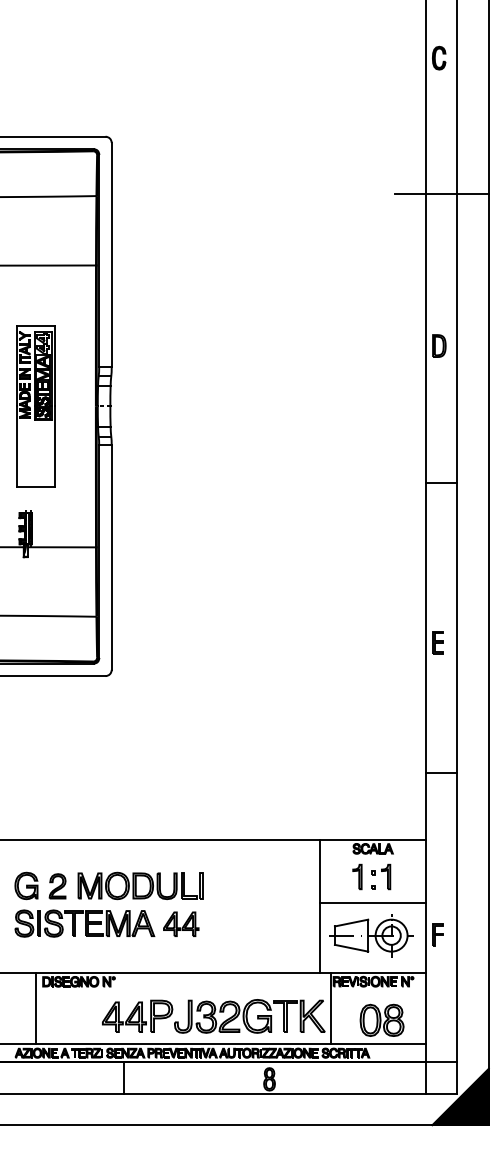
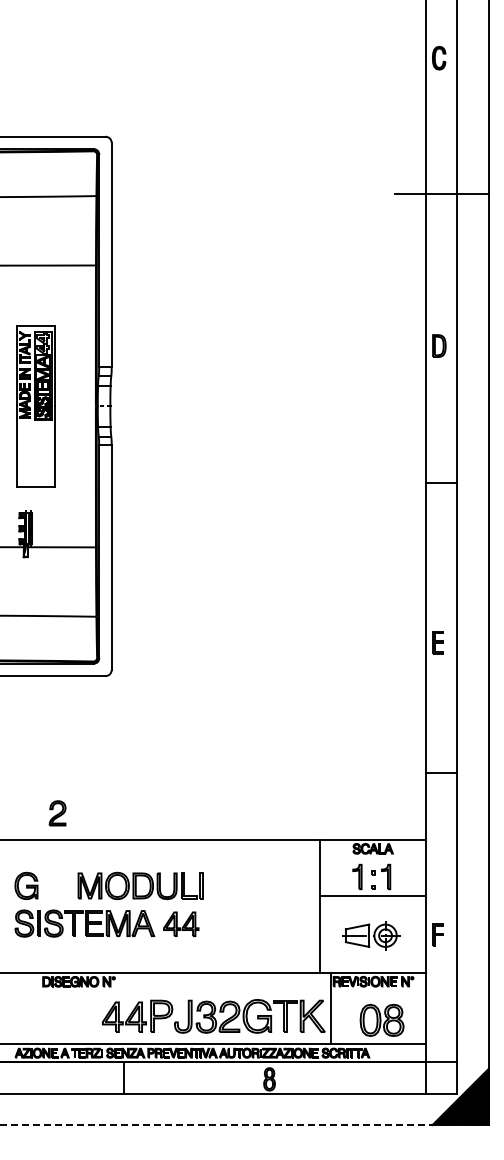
part at (57, 886) position: (57, 886) -> (57, 813)
line at (372, 903) position: (372, 903) -> (372, 896)
part at (371, 935) size: 85x44 px -> 59x30 px
line at (35, 1007): present -> none
line at (244, 1125): solid -> dashed
